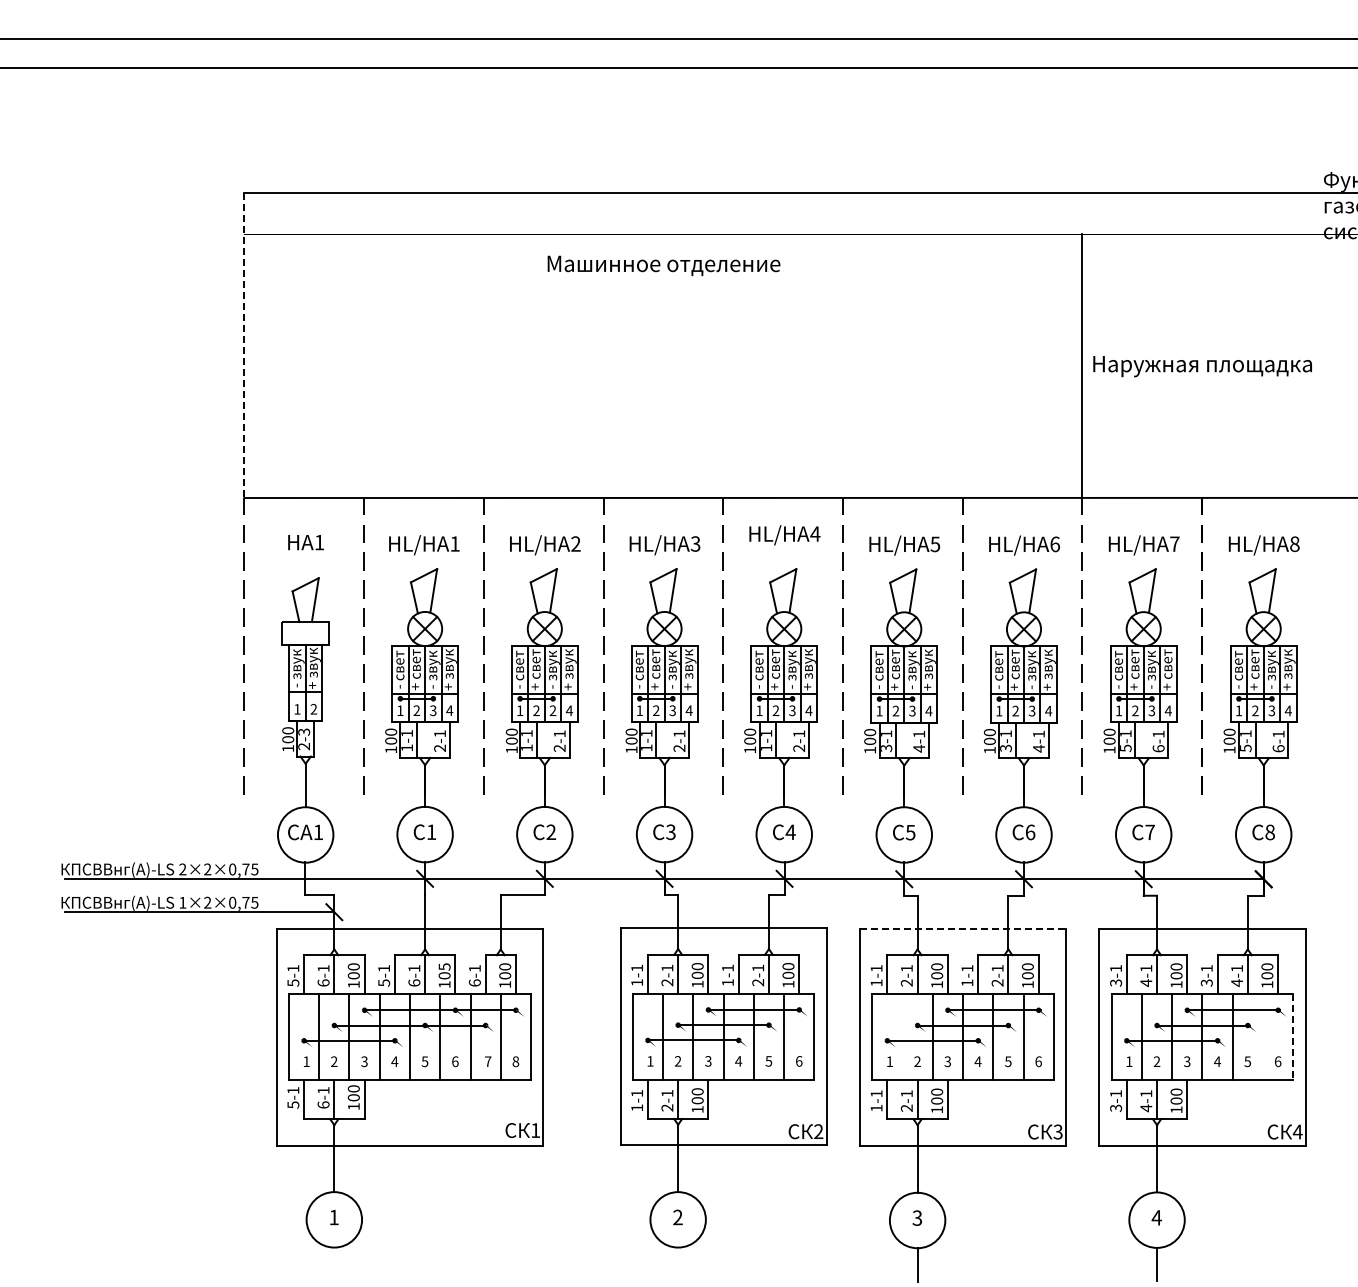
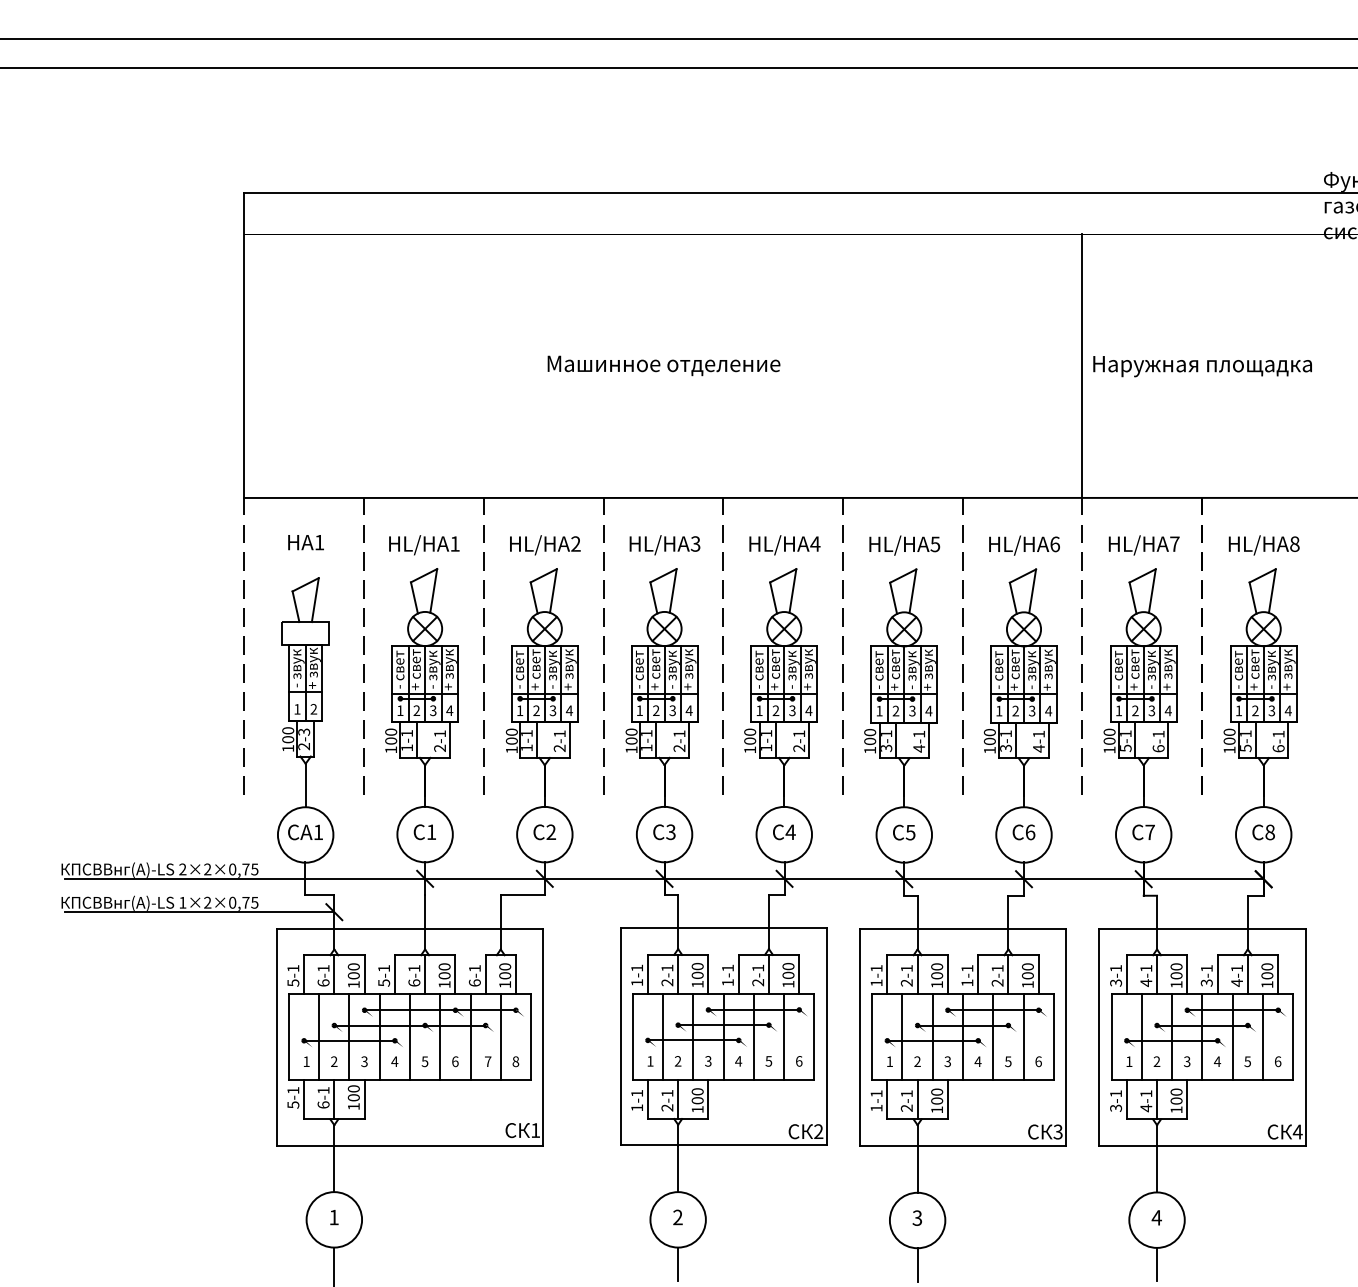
text at (663, 265) position: (663, 265) -> (663, 365)
line at (244, 345): dashed -> solid
text at (784, 535) position: (784, 535) -> (784, 545)
text at (1169, 663): + свет -> + звук
text at (552, 711): 2 -> 3
line at (963, 928): dashed -> solid
text at (444, 966): 105 -> 100
line at (902, 1037): none -> present
line at (1262, 1037): none -> present
line at (1293, 1037): dashed -> solid
line at (678, 1263): none -> present
line at (334, 1265): none -> present
